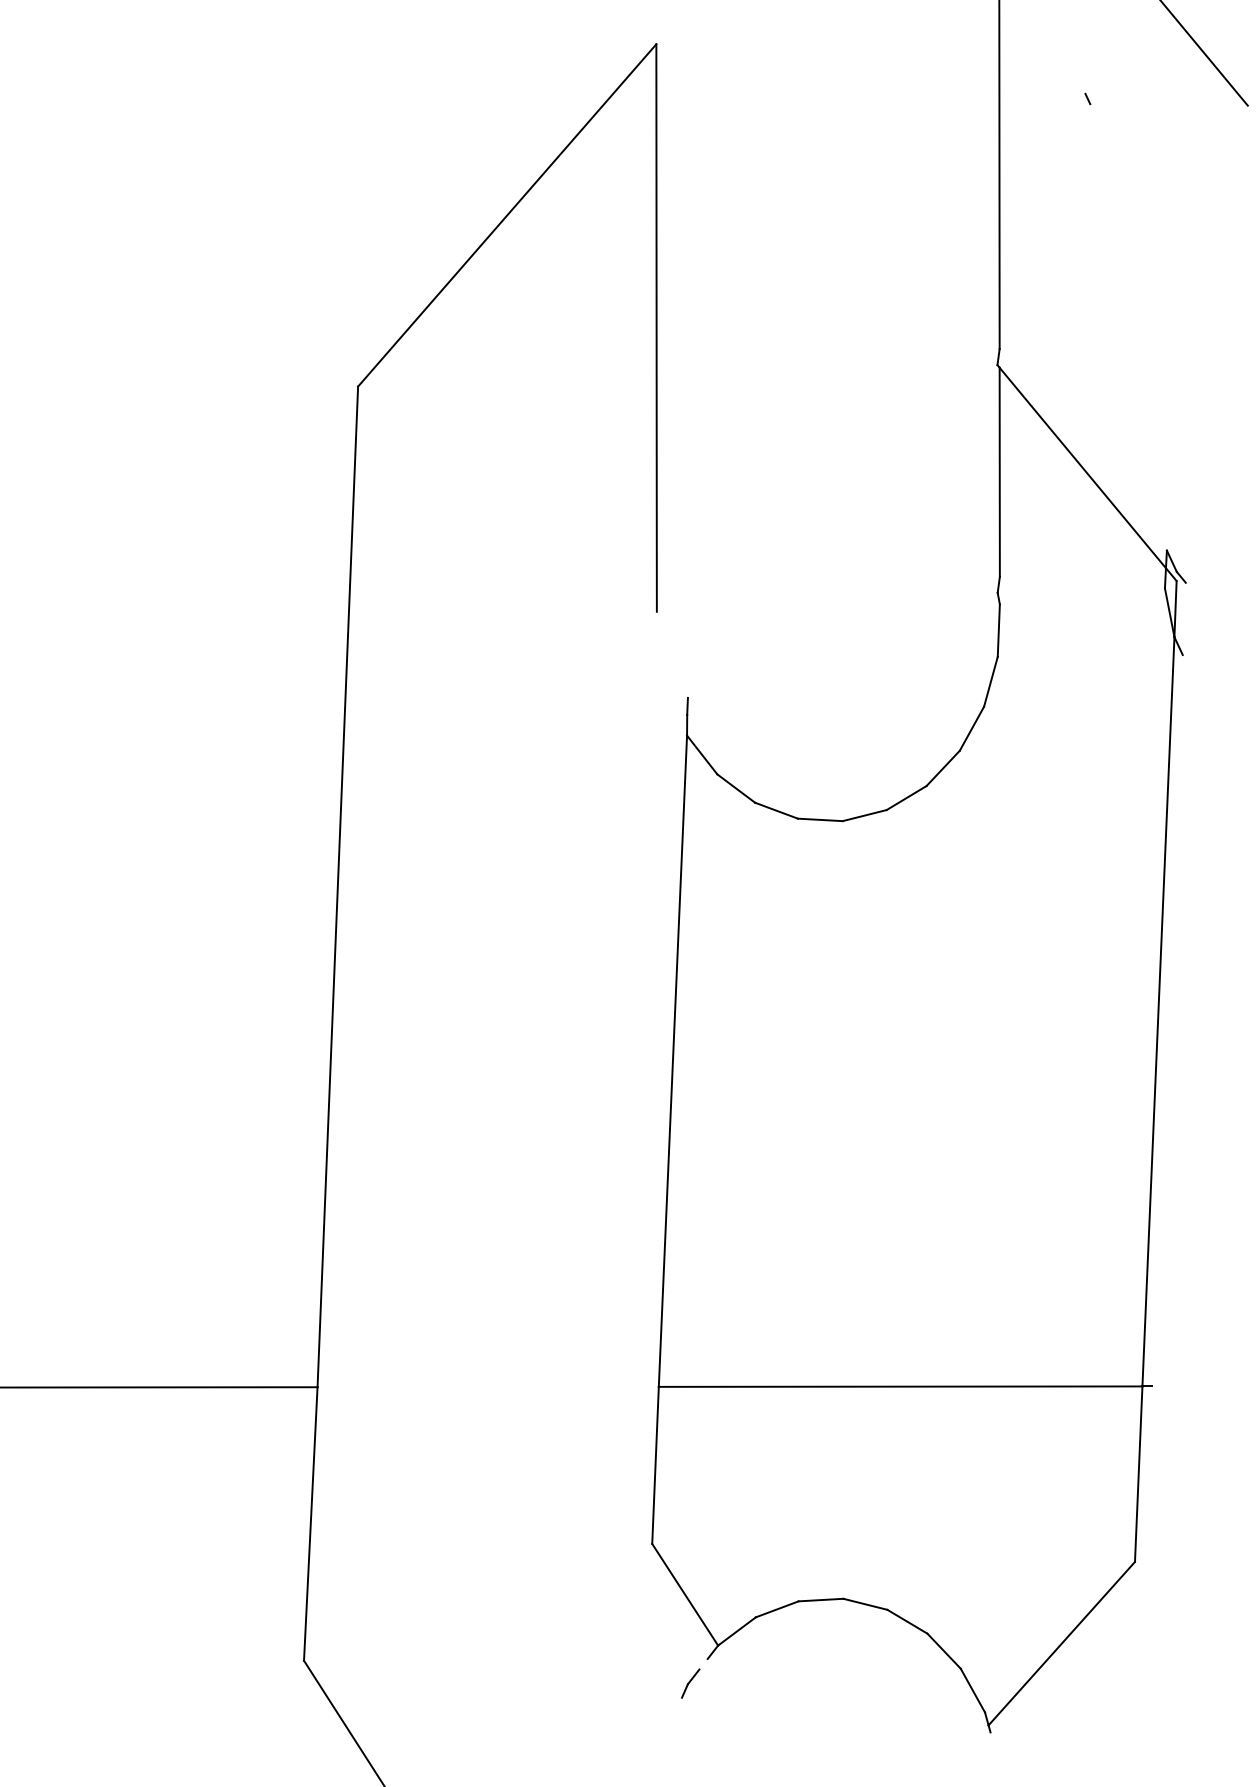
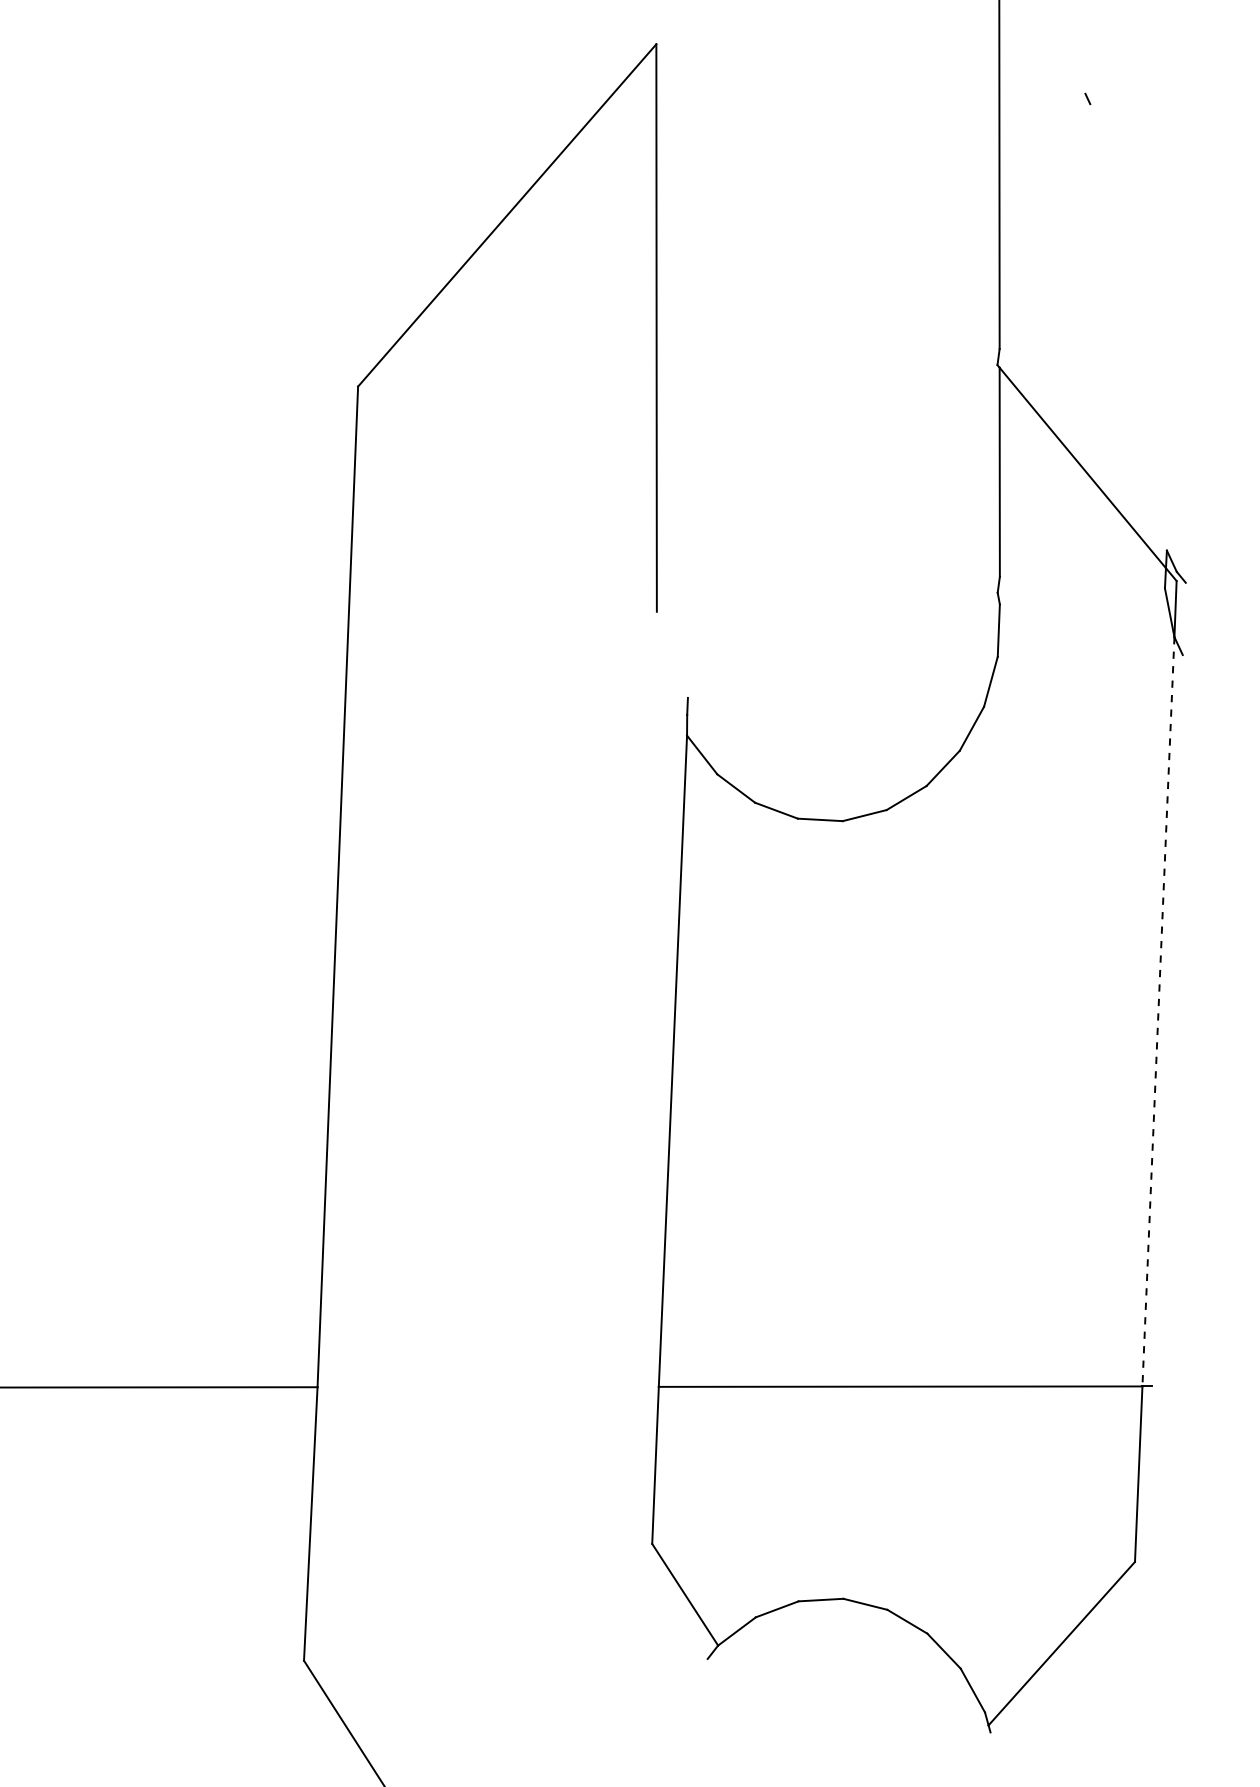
line at (1204, 53): present -> none
line at (1158, 1011): solid -> dashed
part at (690, 1683): present -> none
